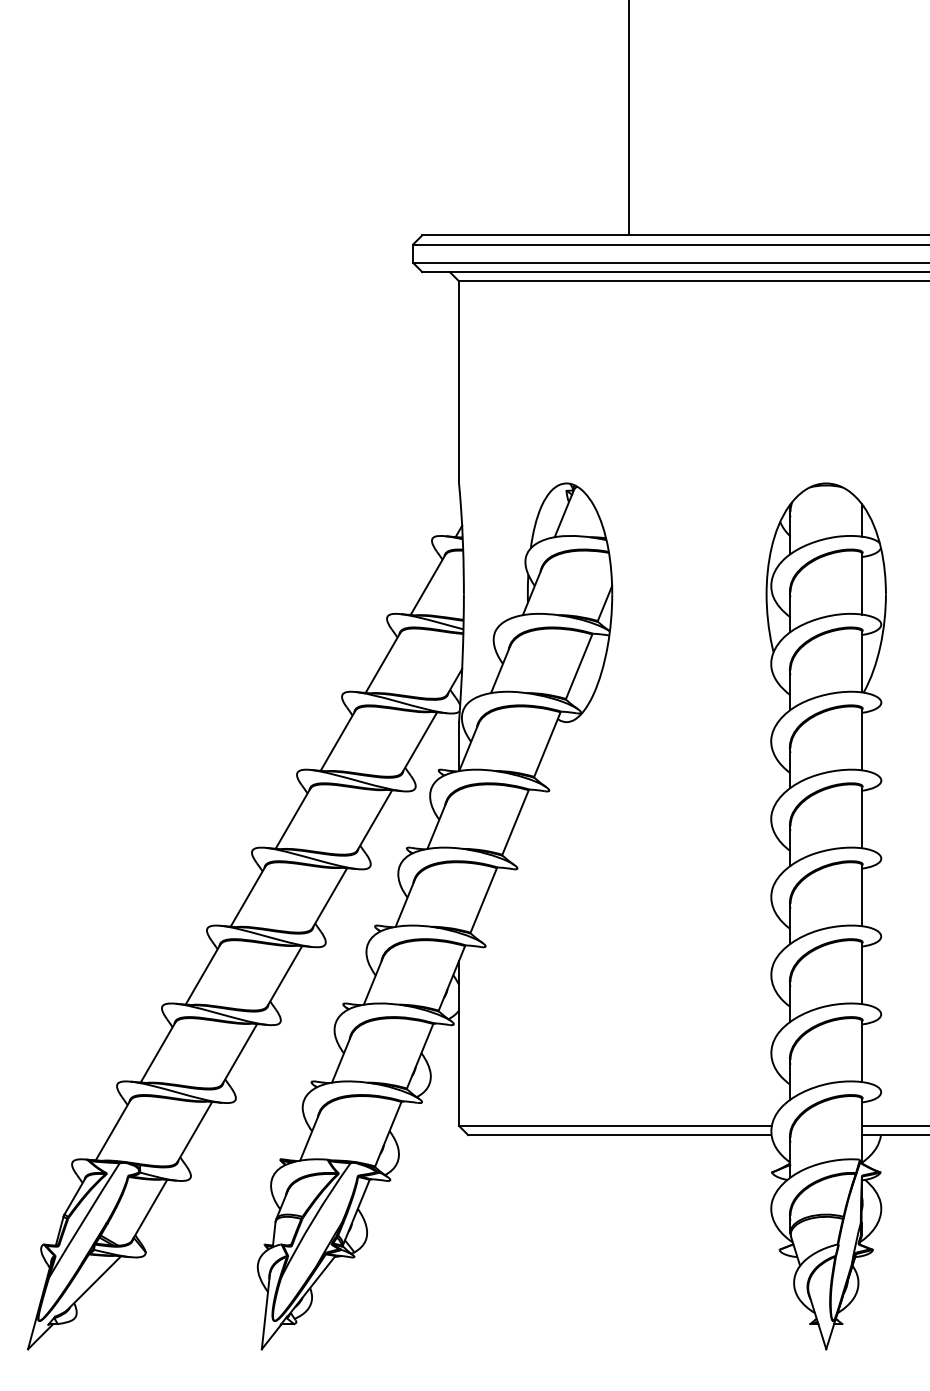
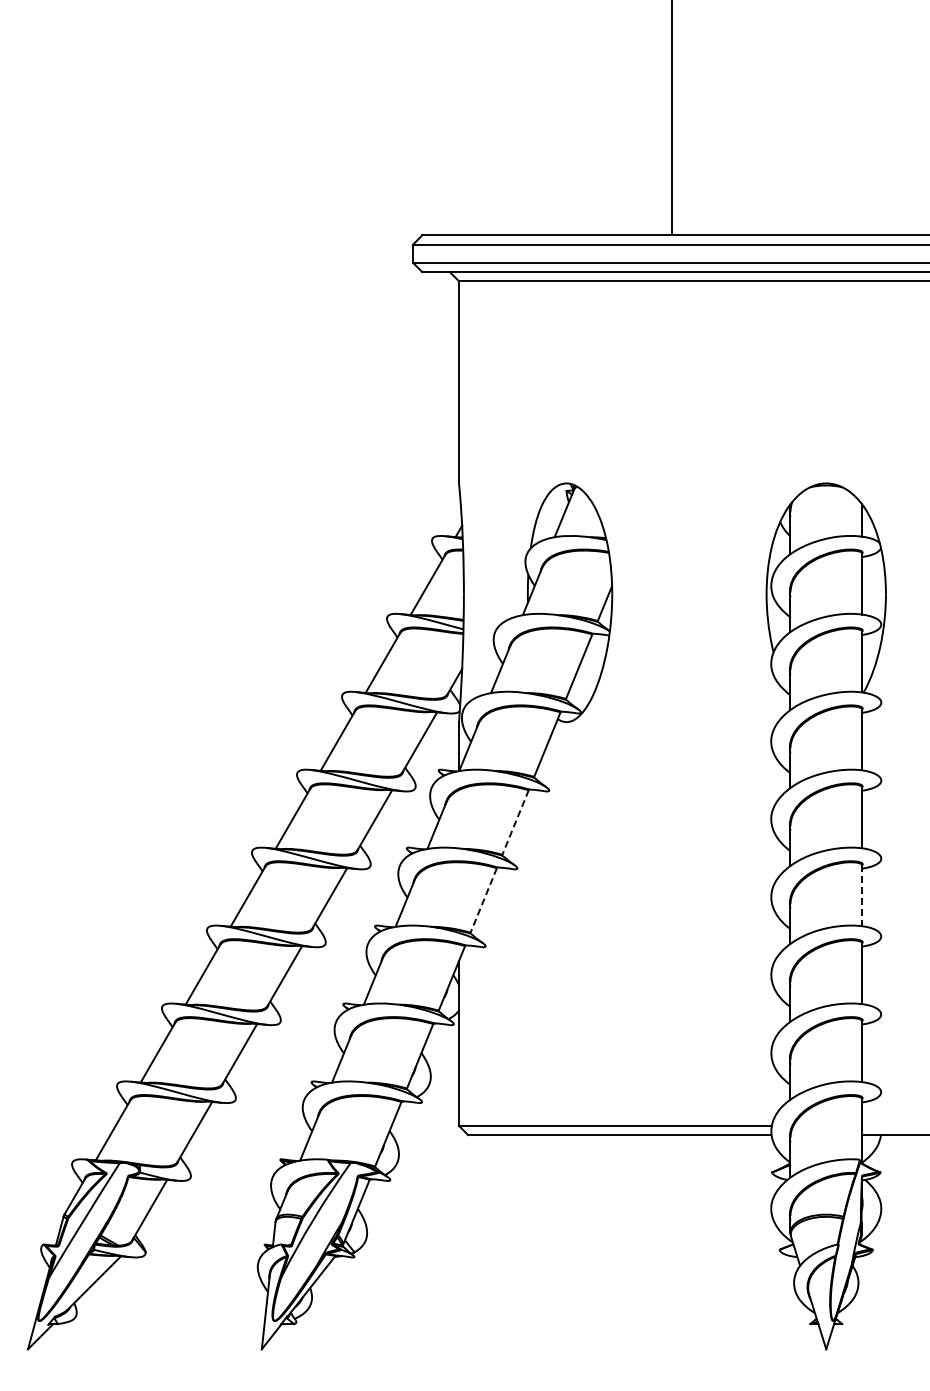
line at (628, 118) position: (628, 118) -> (671, 118)
line at (515, 822): solid -> dashed
line at (862, 896): solid -> dashed
line at (483, 900): solid -> dashed
line at (894, 1125): present -> none
